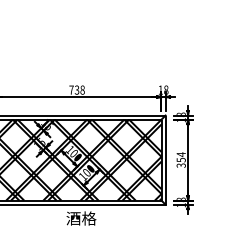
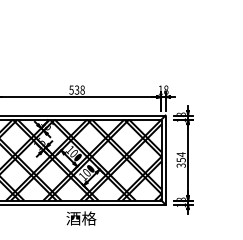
text at (71, 89): 738 -> 538
